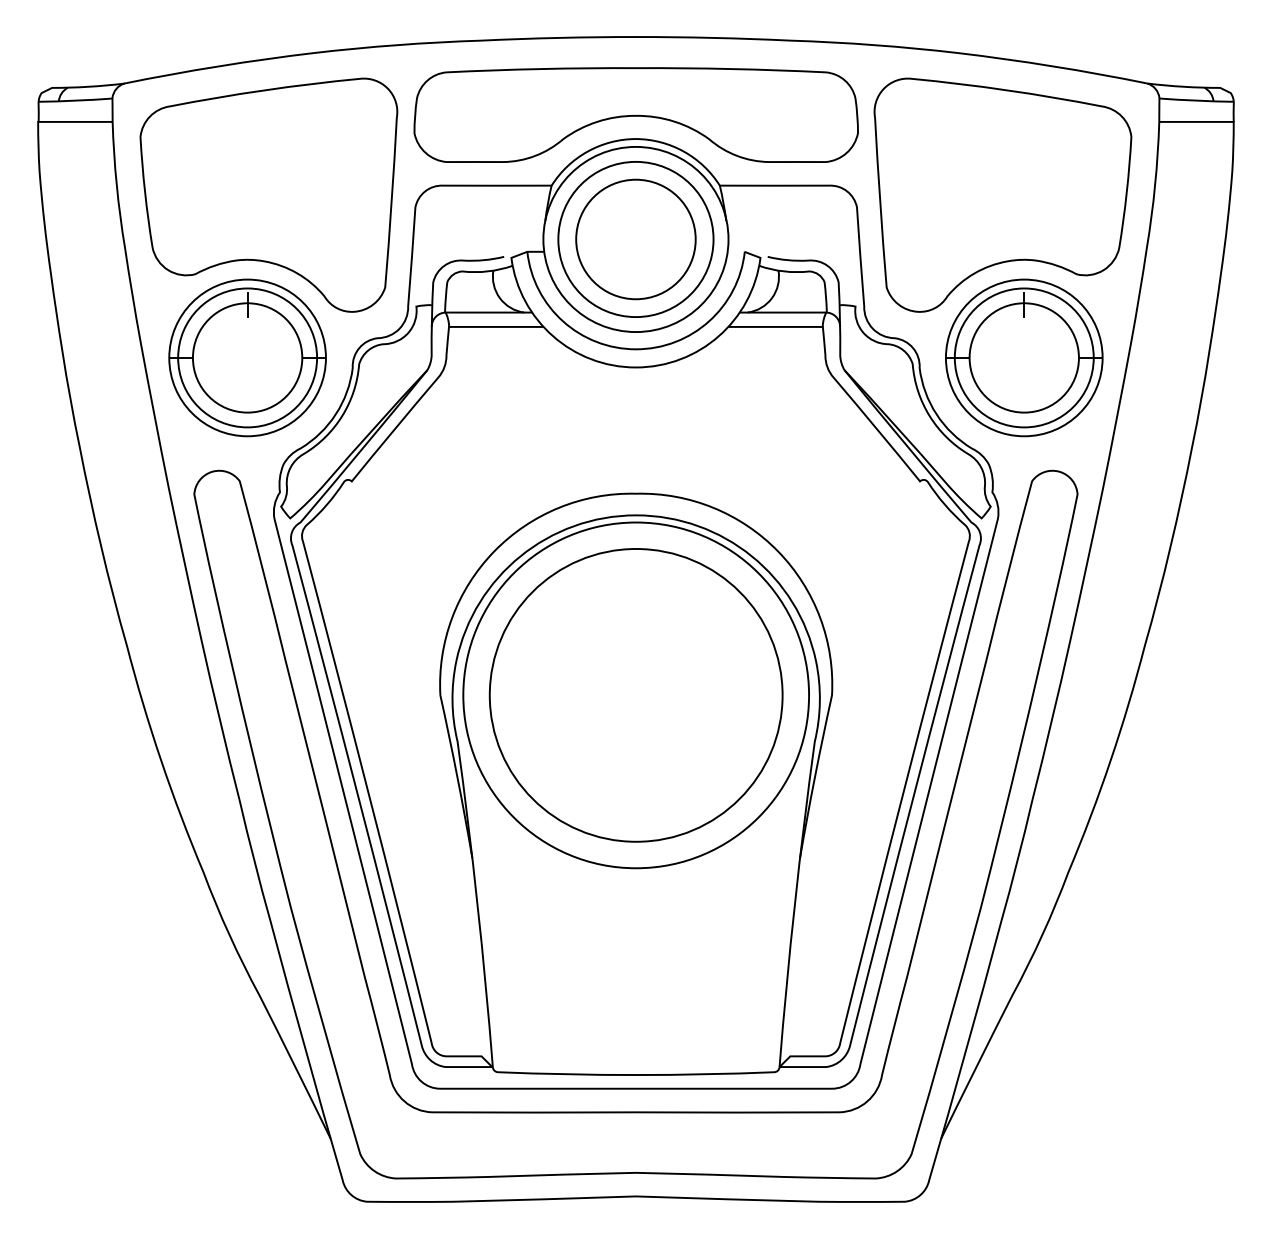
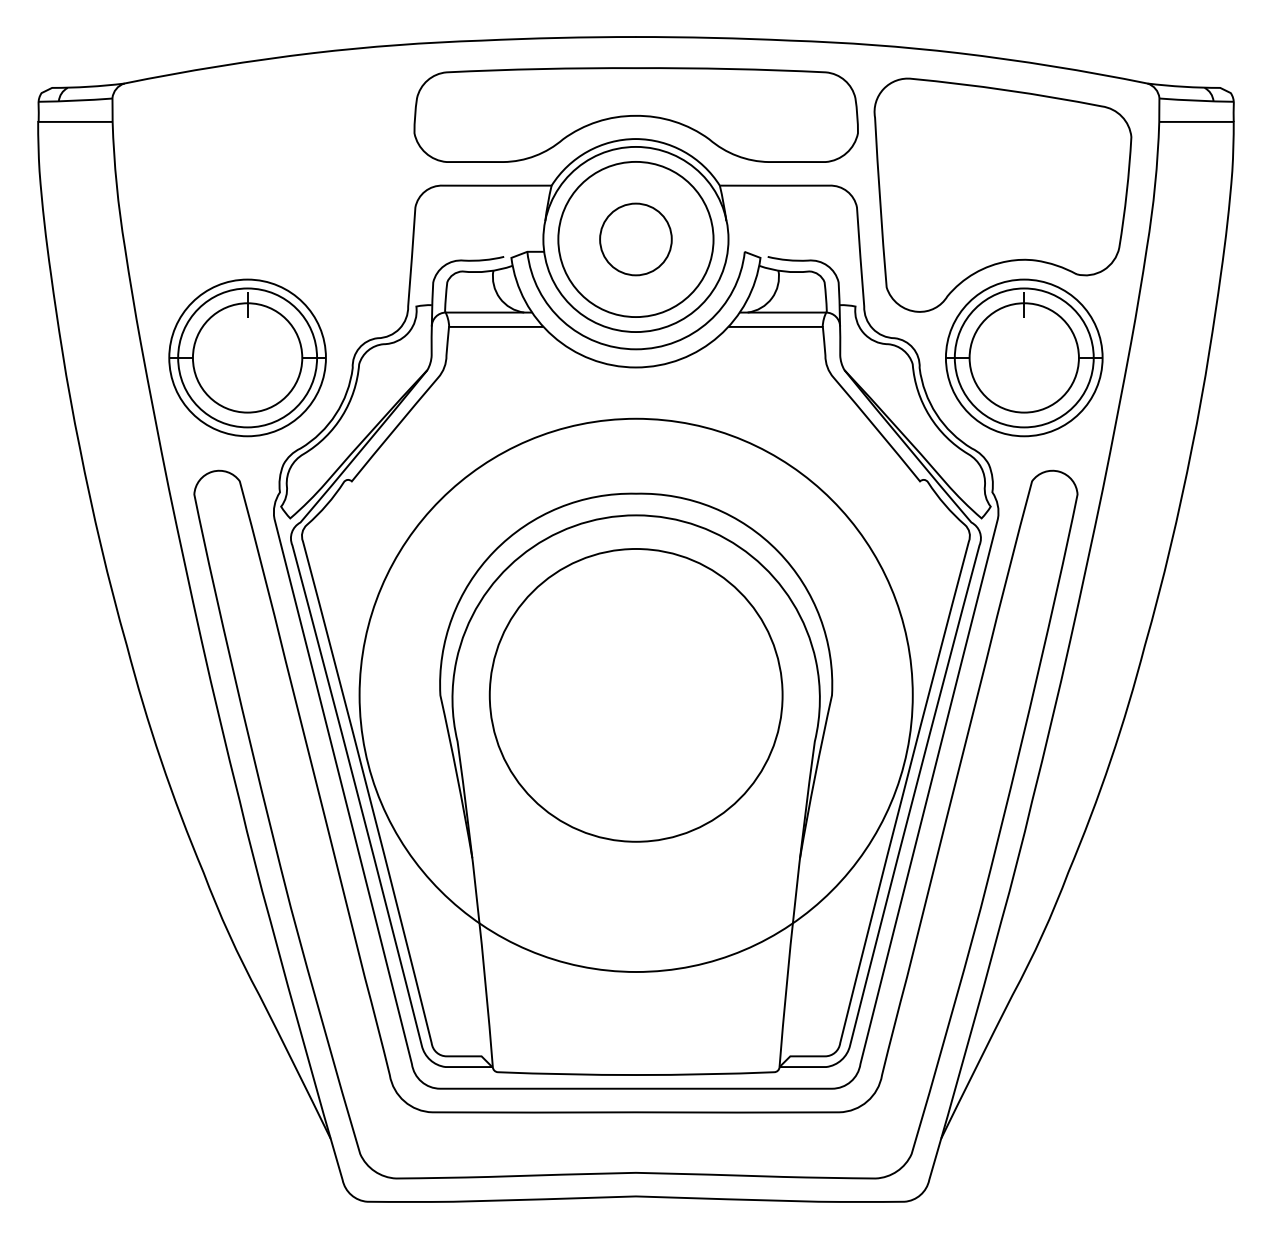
part at (268, 194): present -> none
circle at (635, 239) diameter: 120 px -> 72 px
circle at (636, 695) diameter: 346 px -> 553 px
